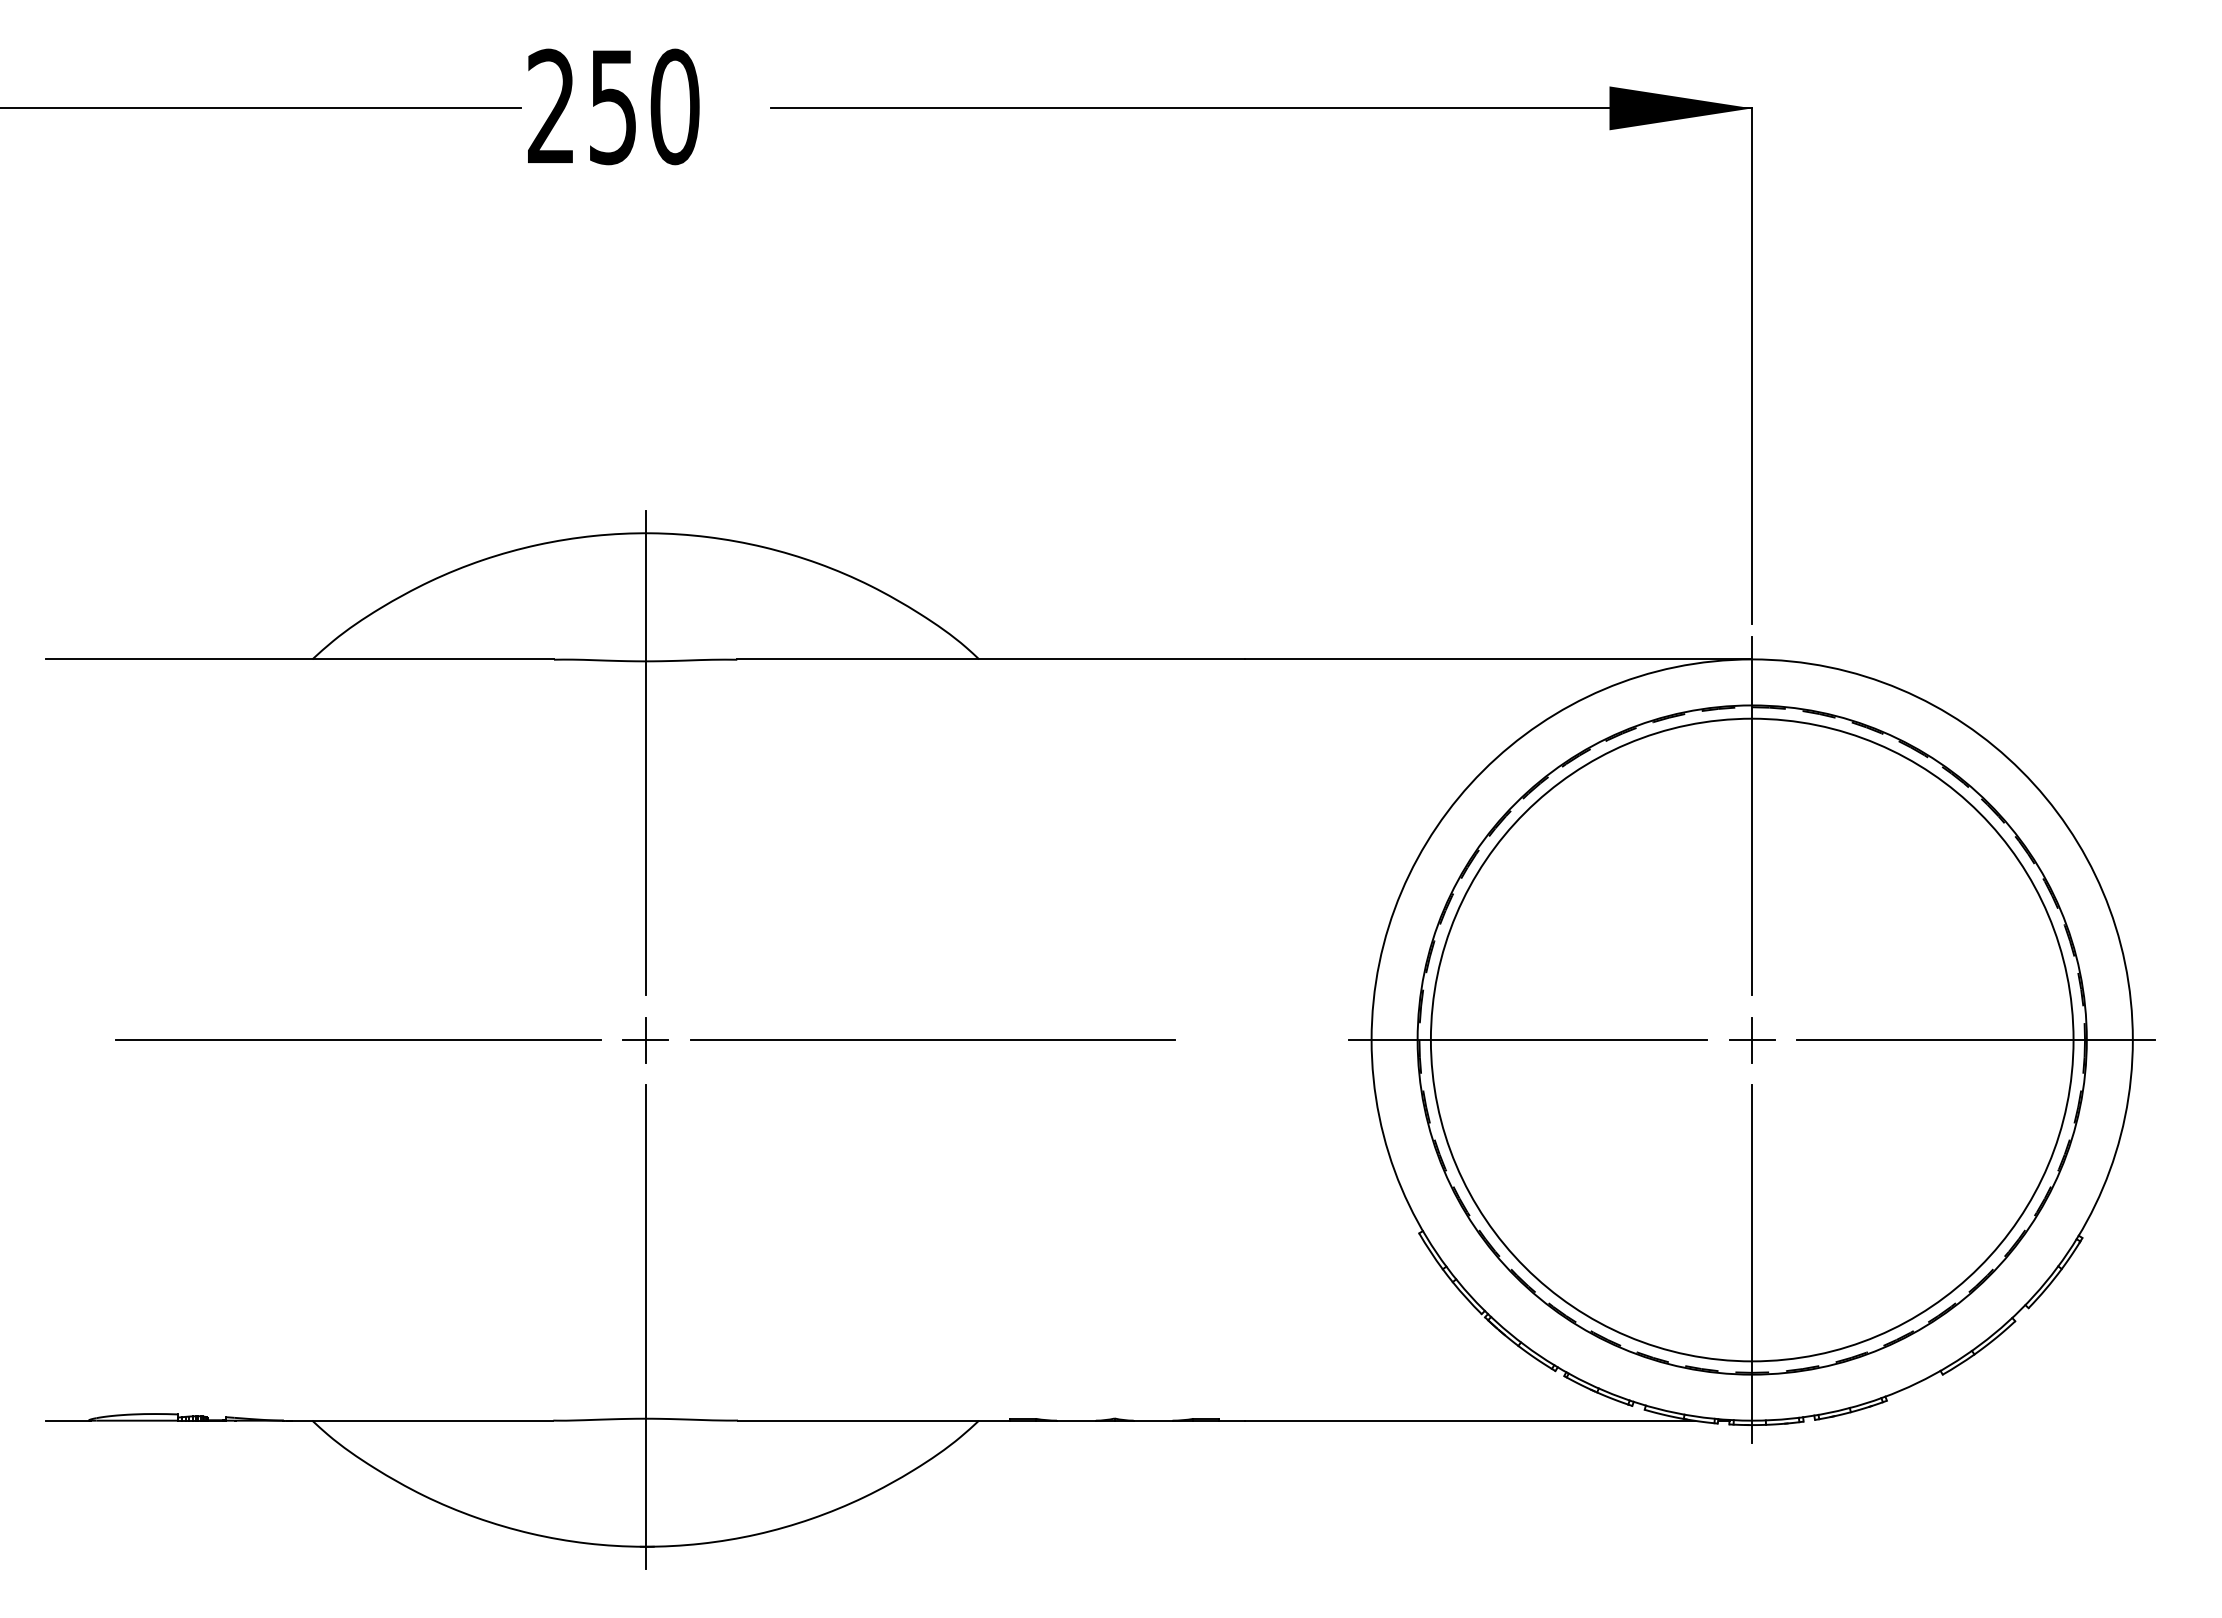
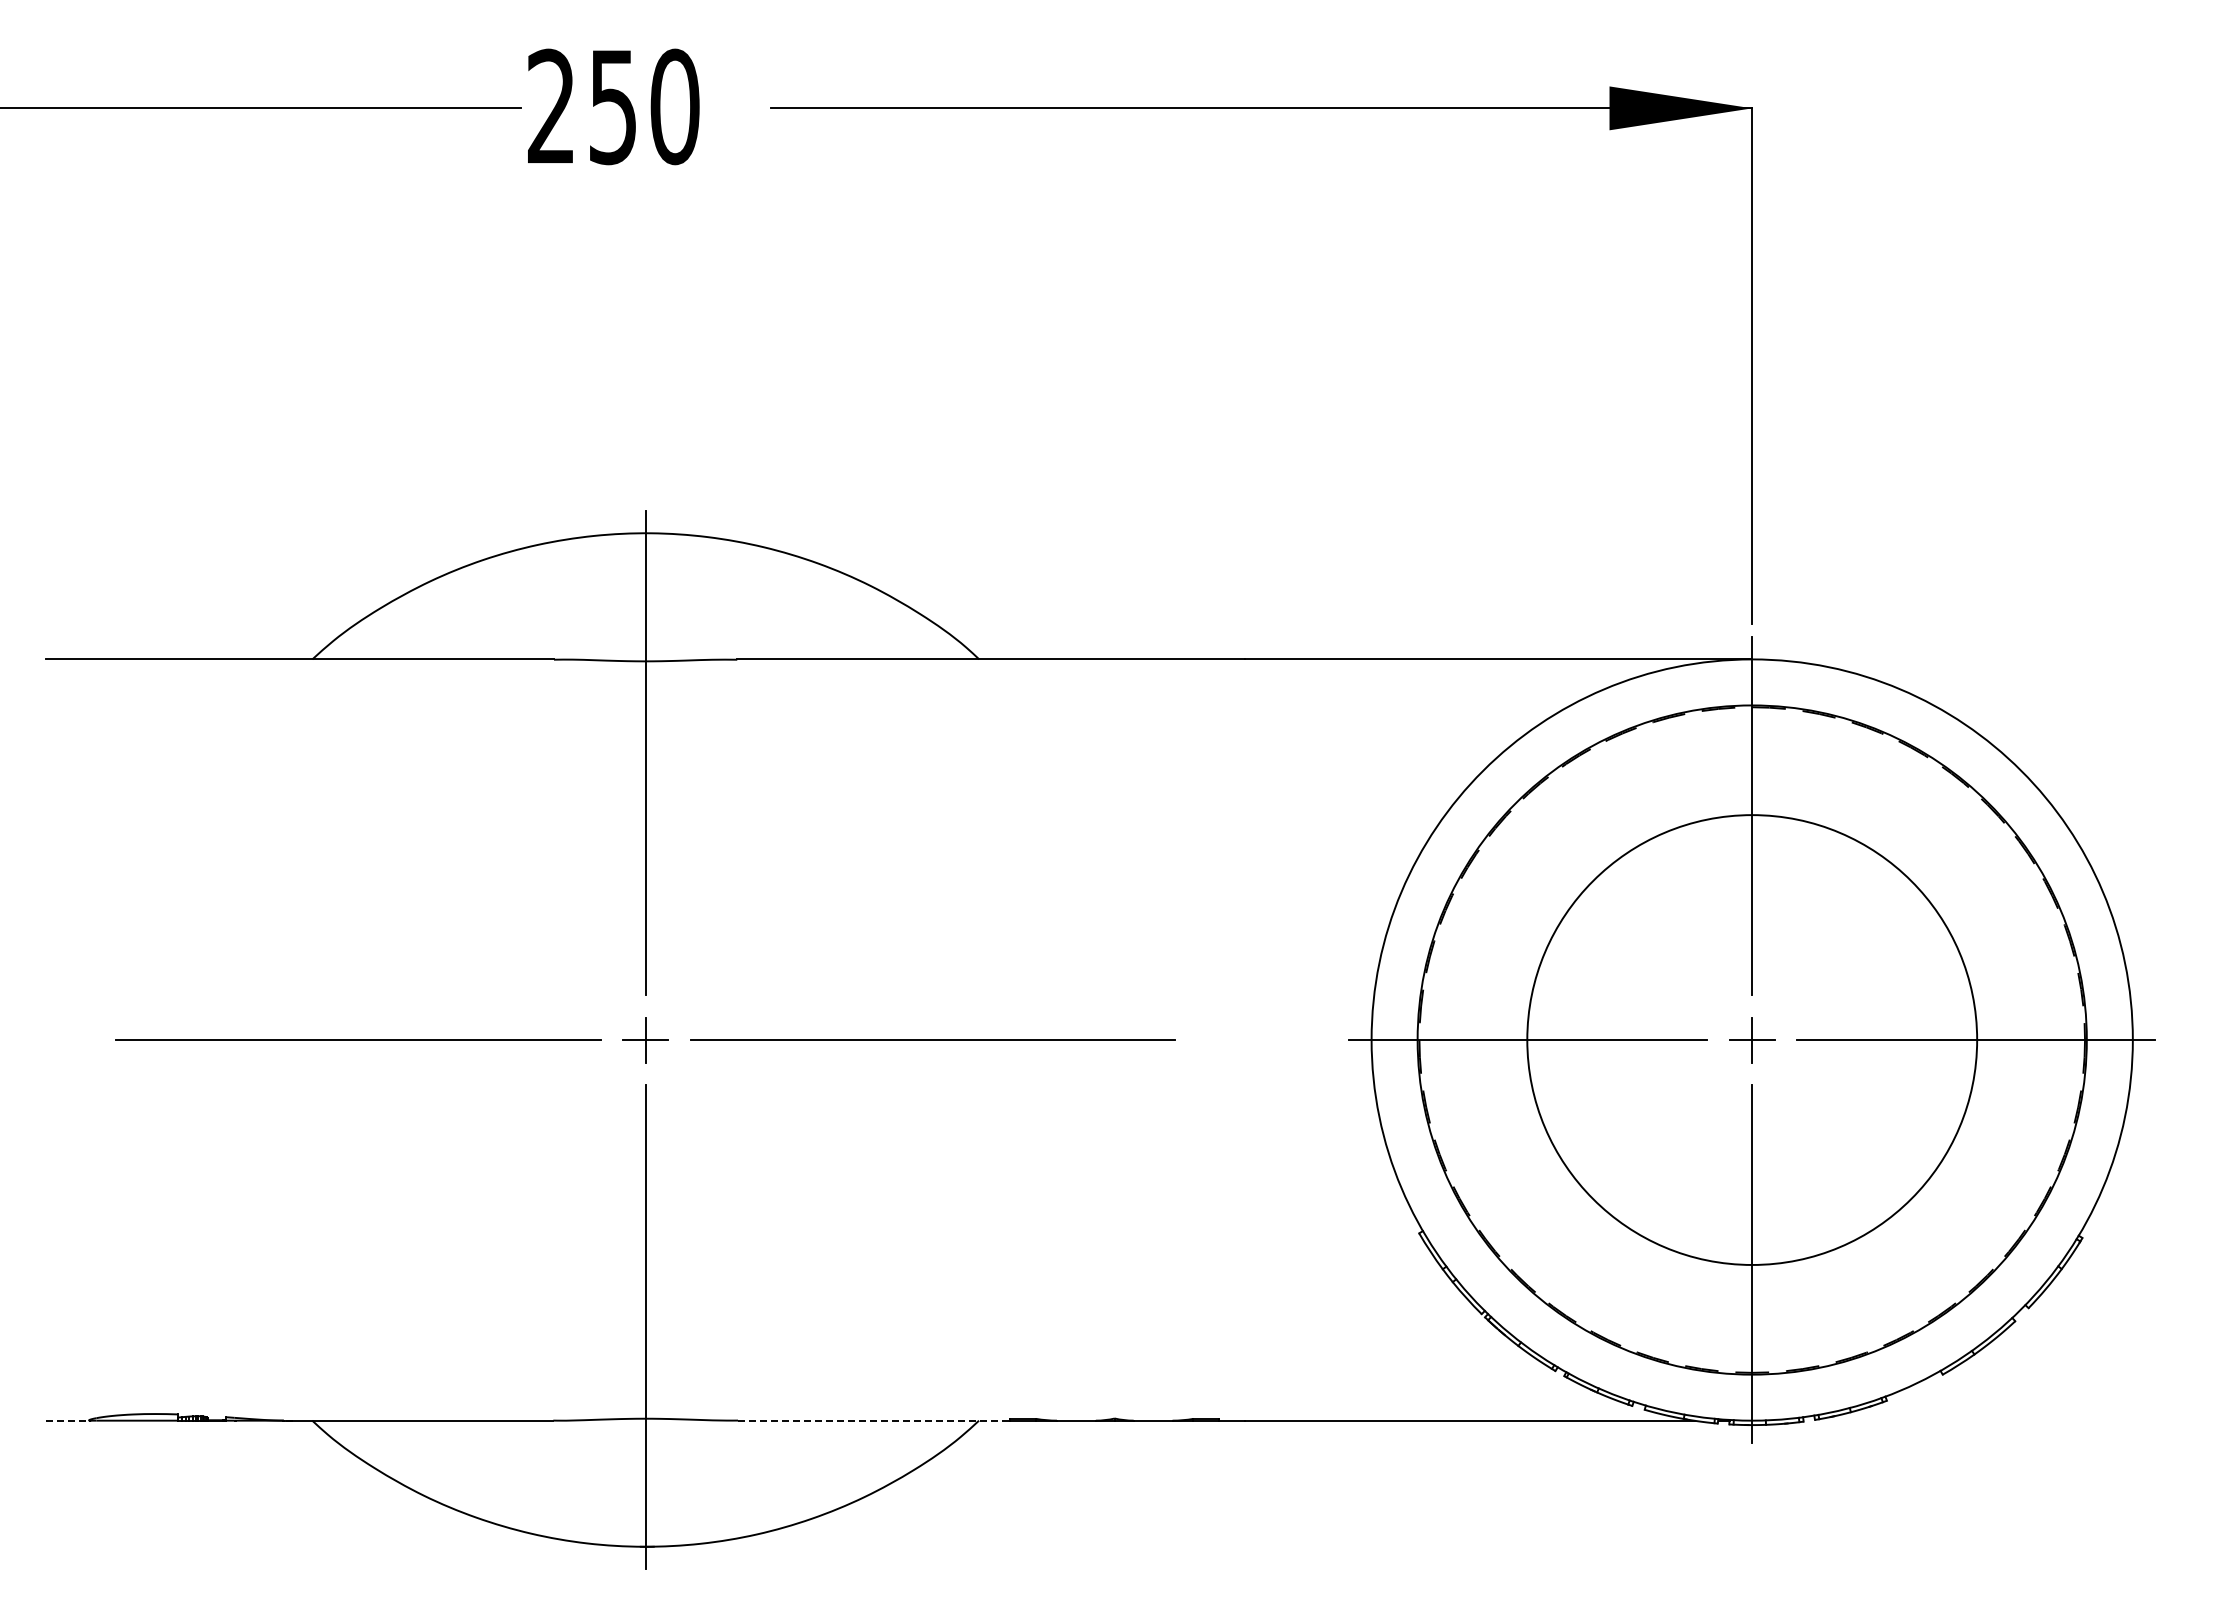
circle at (1751, 1039) diameter: 643 px -> 450 px
line at (68, 1420): solid -> dashed
line at (874, 1420): solid -> dashed
